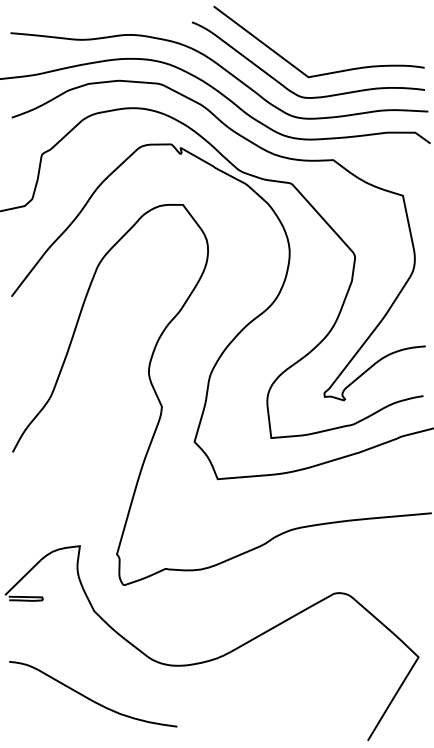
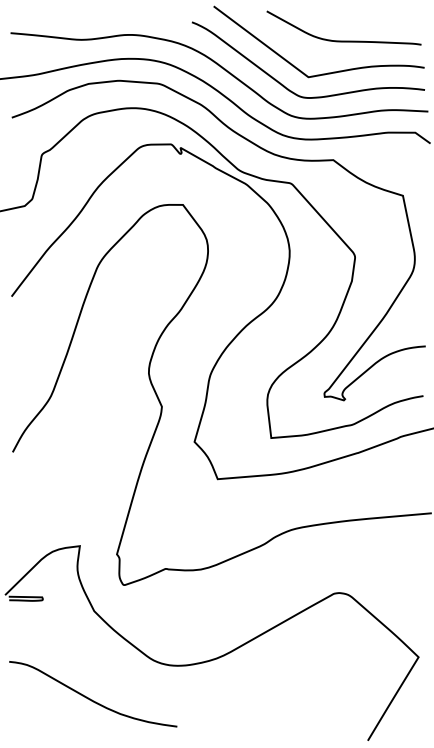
curve at (343, 40): none -> present
